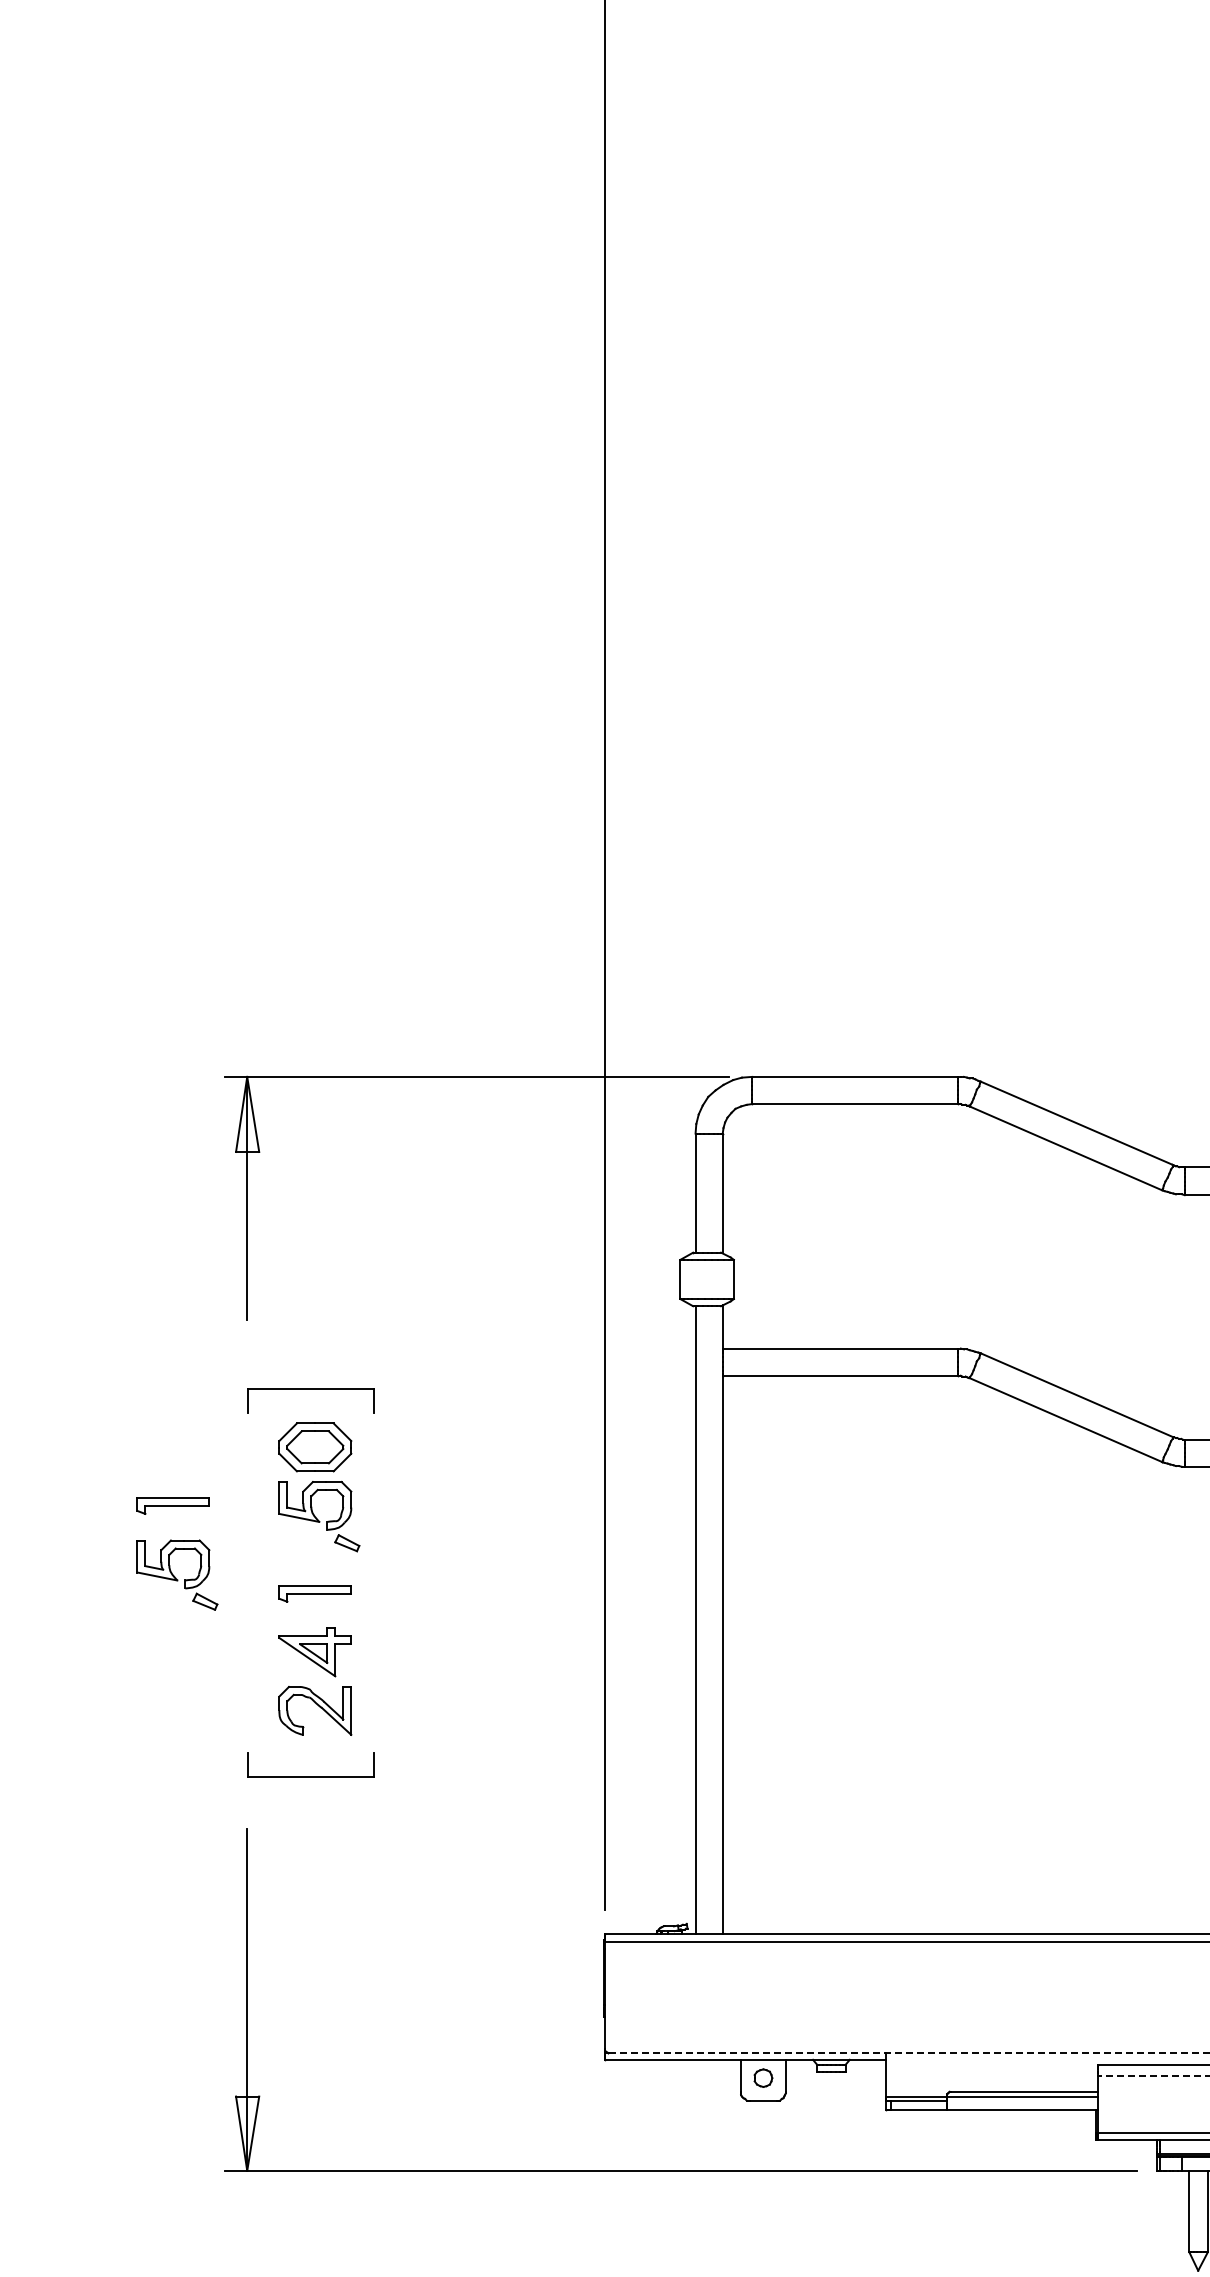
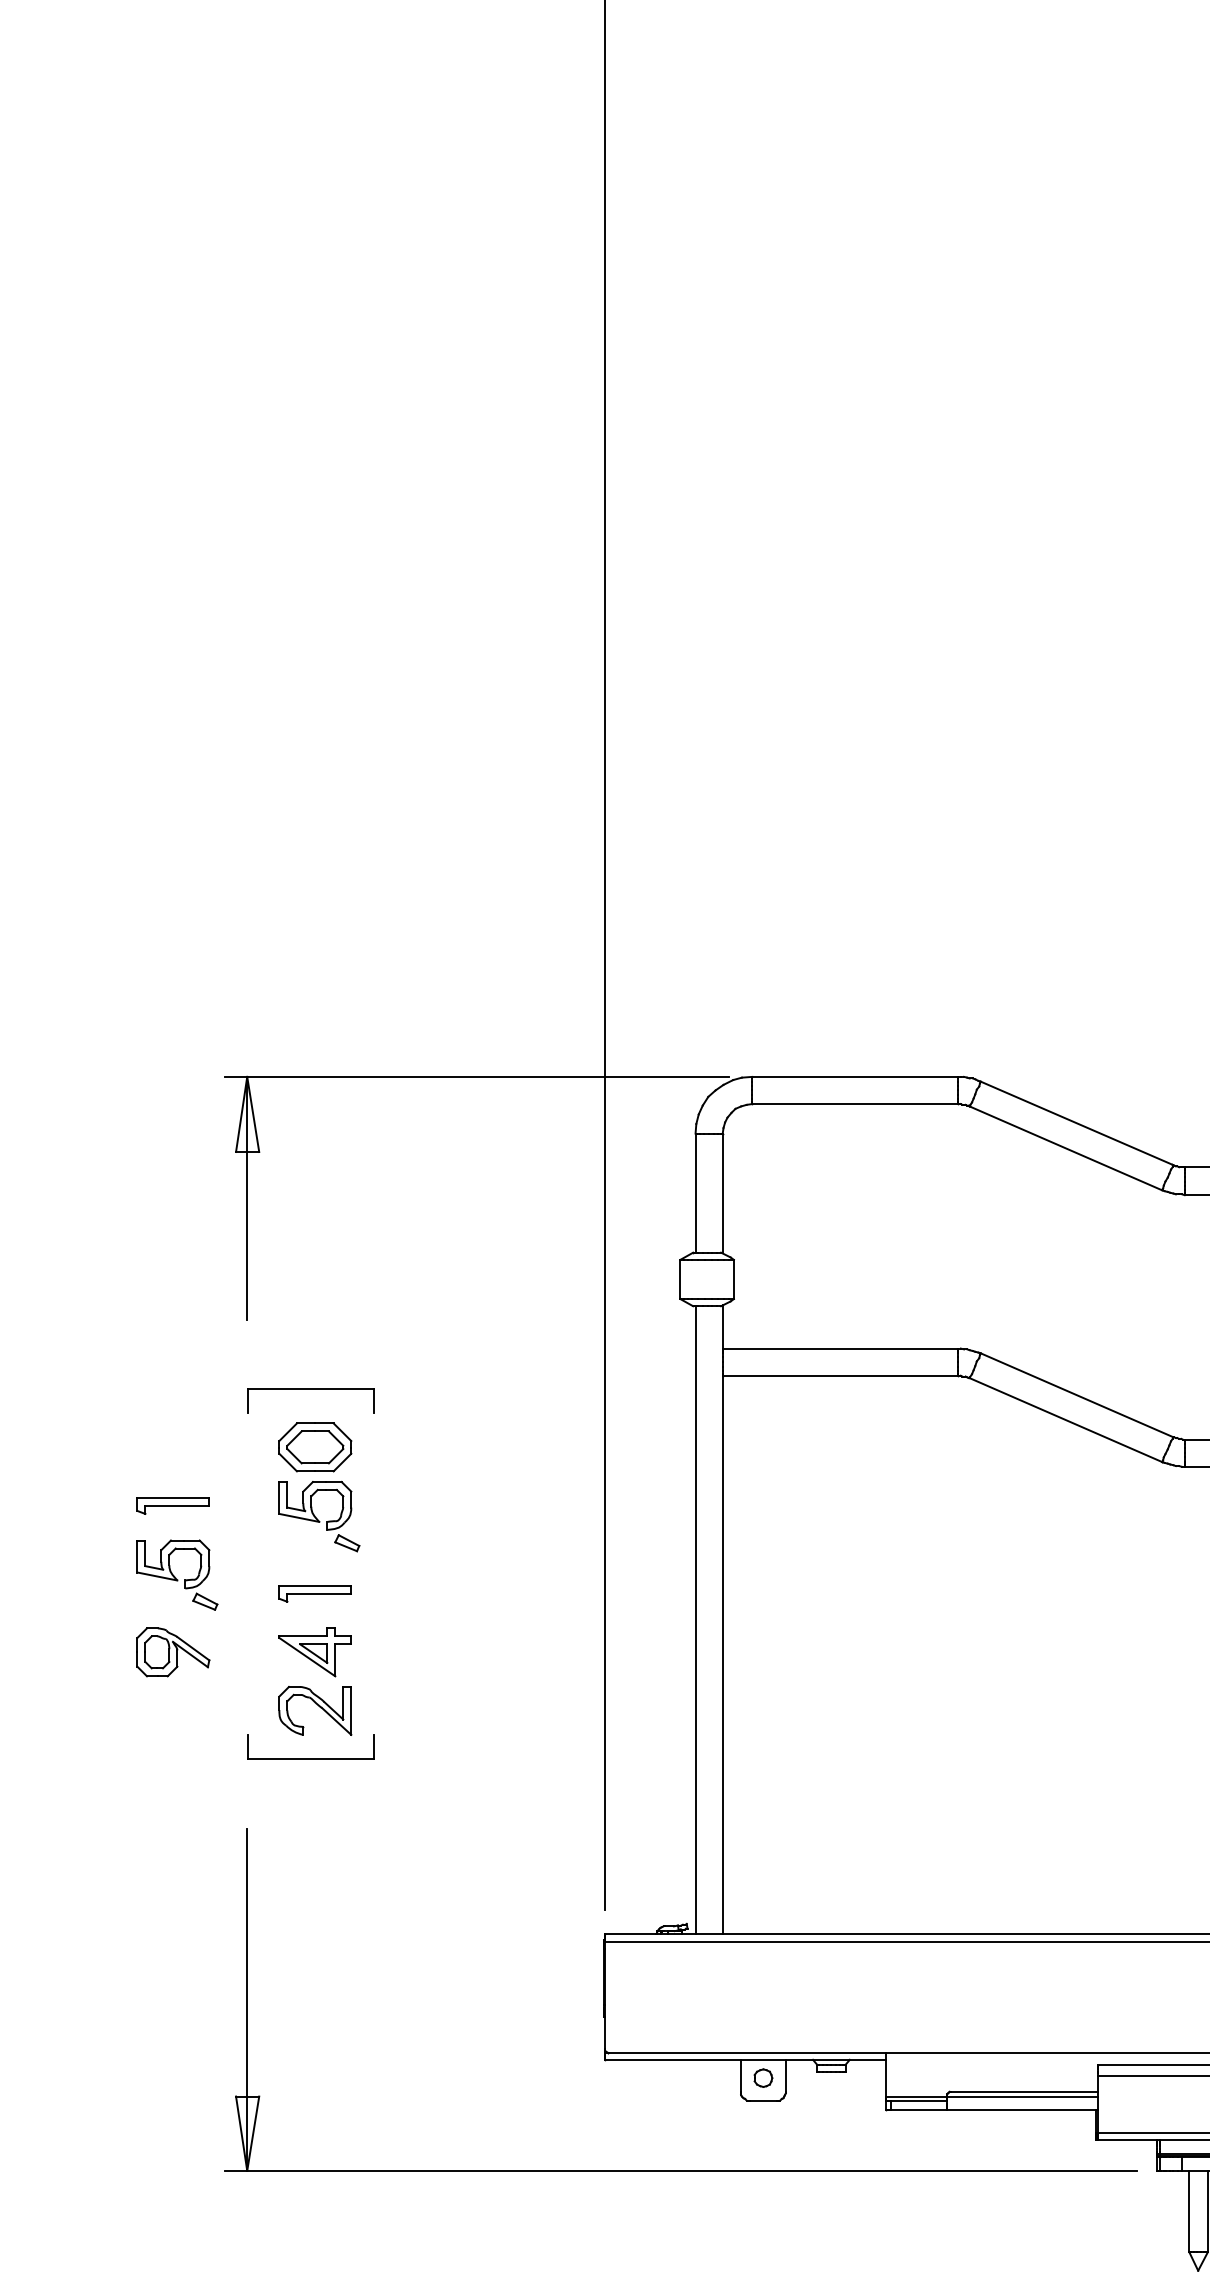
part at (173, 1652): none -> present
part at (310, 1776) position: (310, 1776) -> (310, 1758)
line at (909, 2053): dashed -> solid
line at (1153, 2075): dashed -> solid
